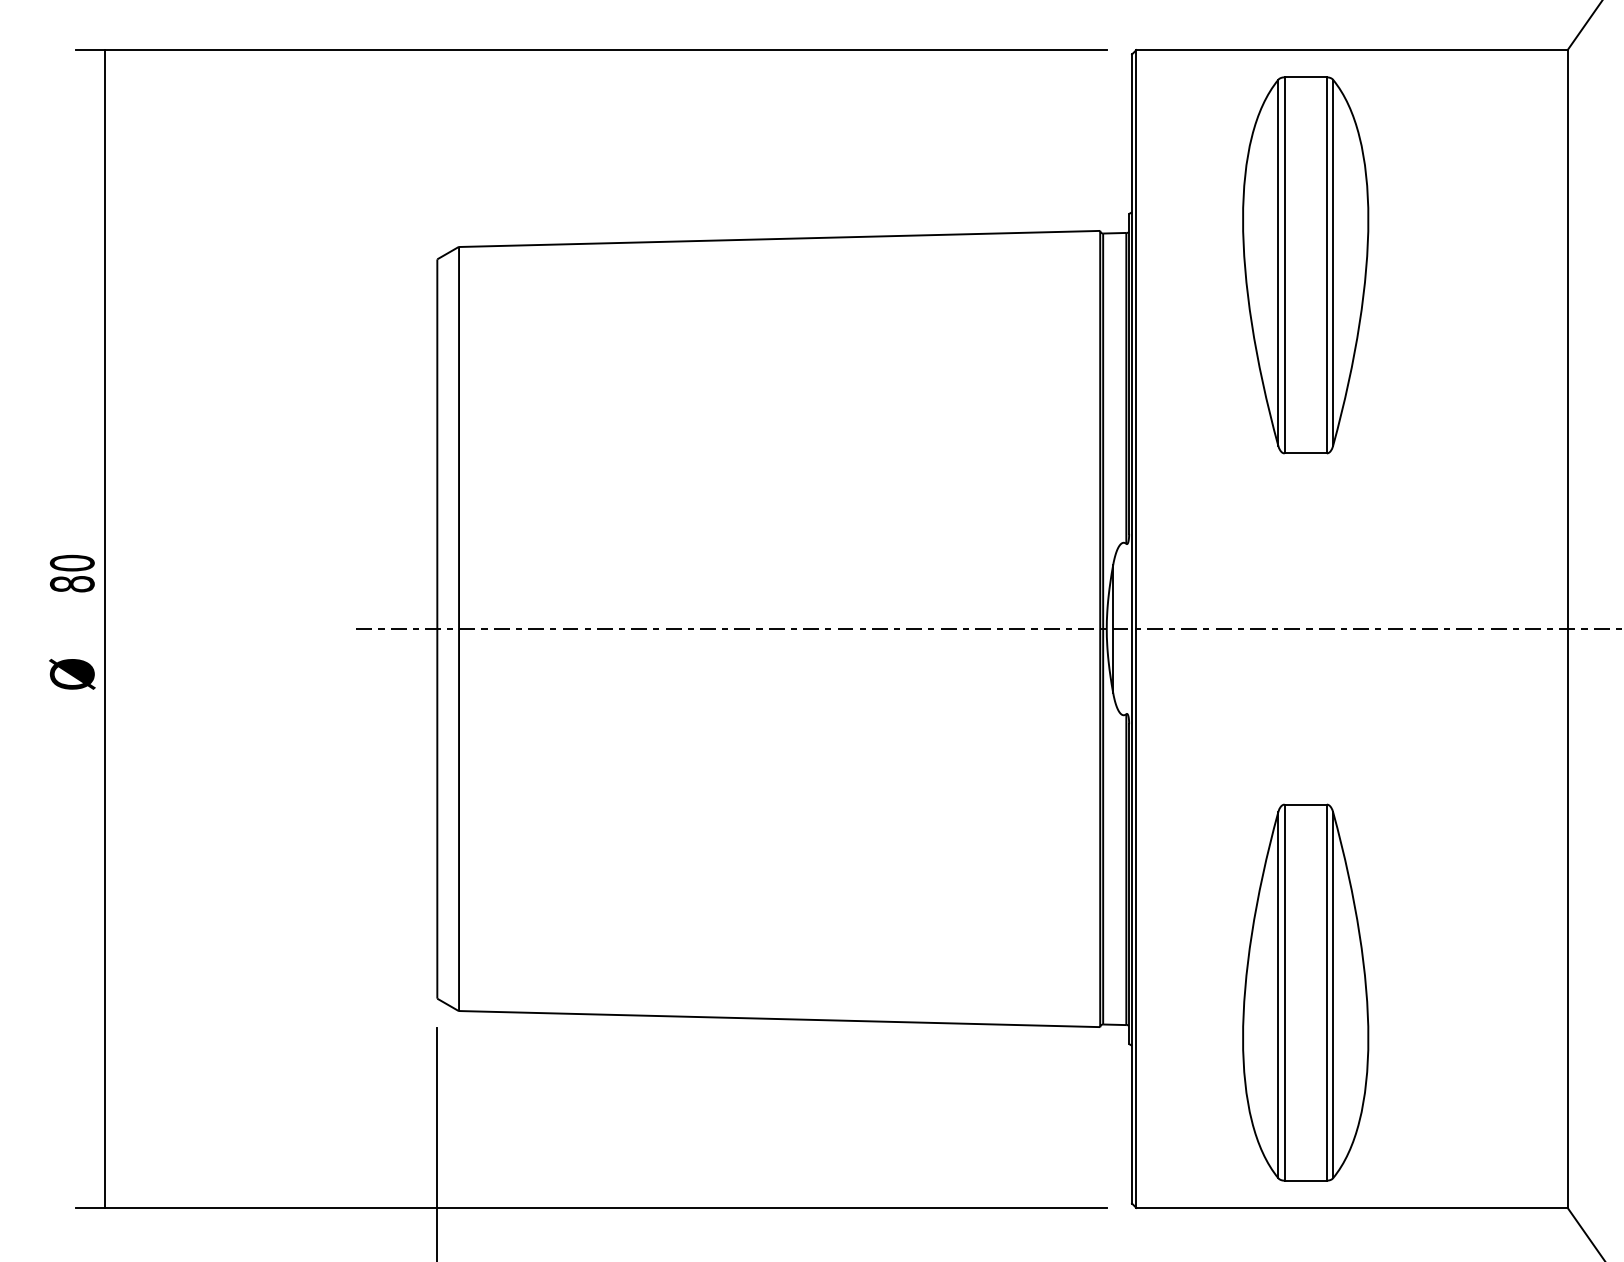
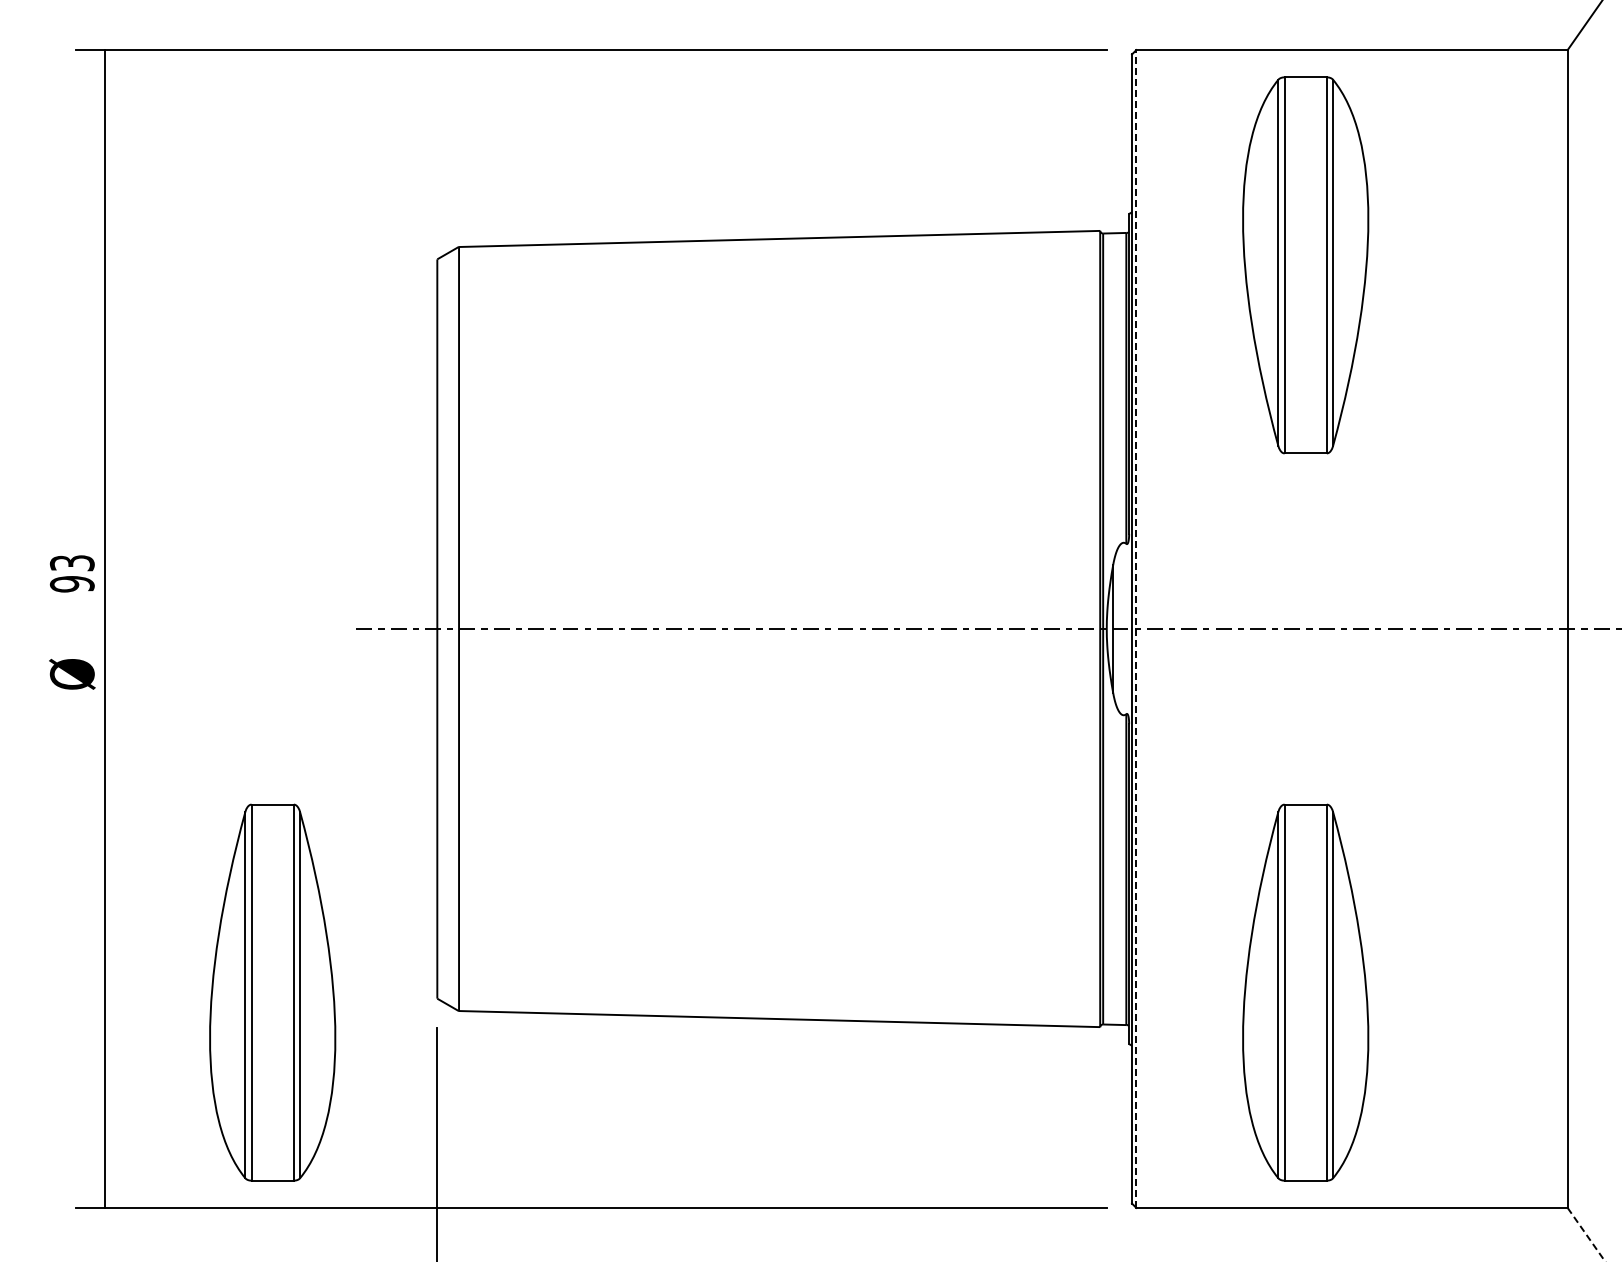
text at (72, 573): 80 -> 93
line at (1136, 629): solid -> dashed
part at (272, 992): none -> present
line at (1586, 1234): solid -> dashed
